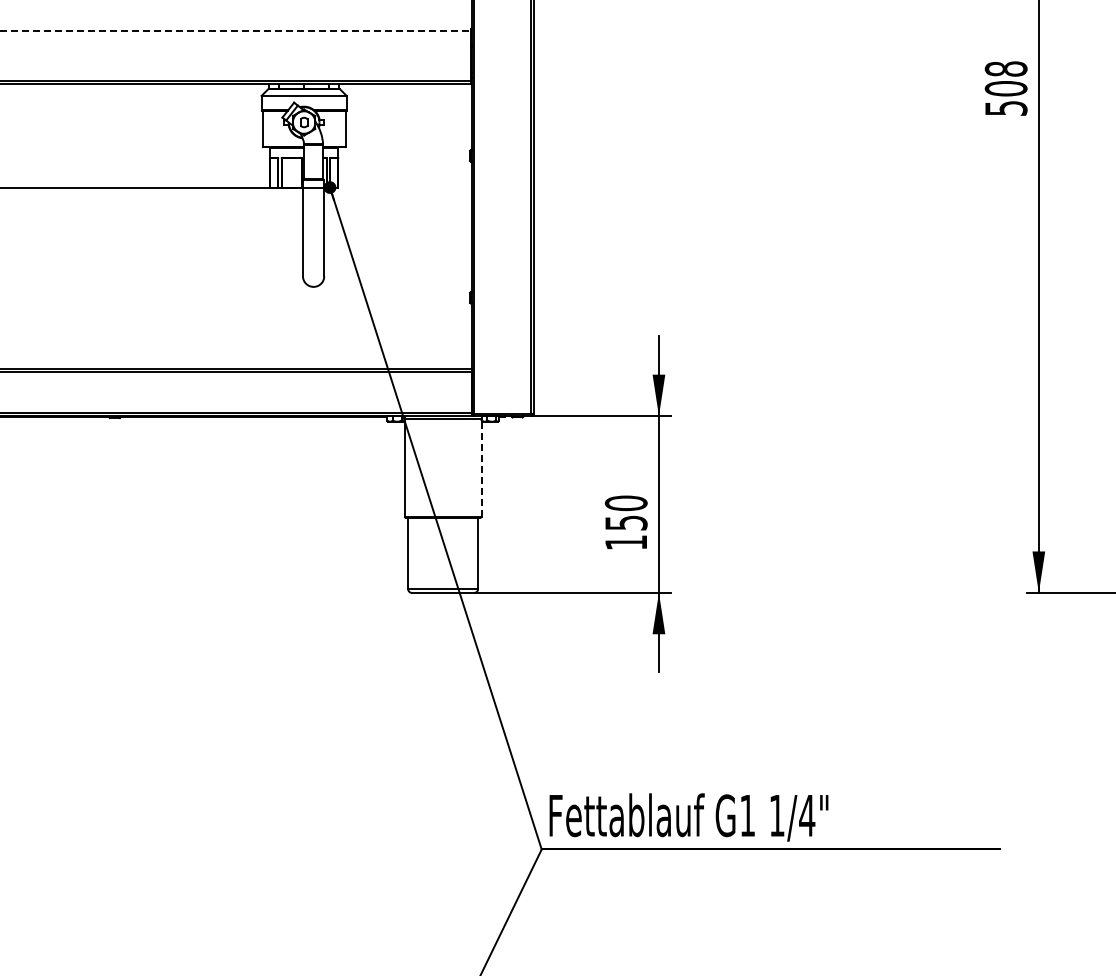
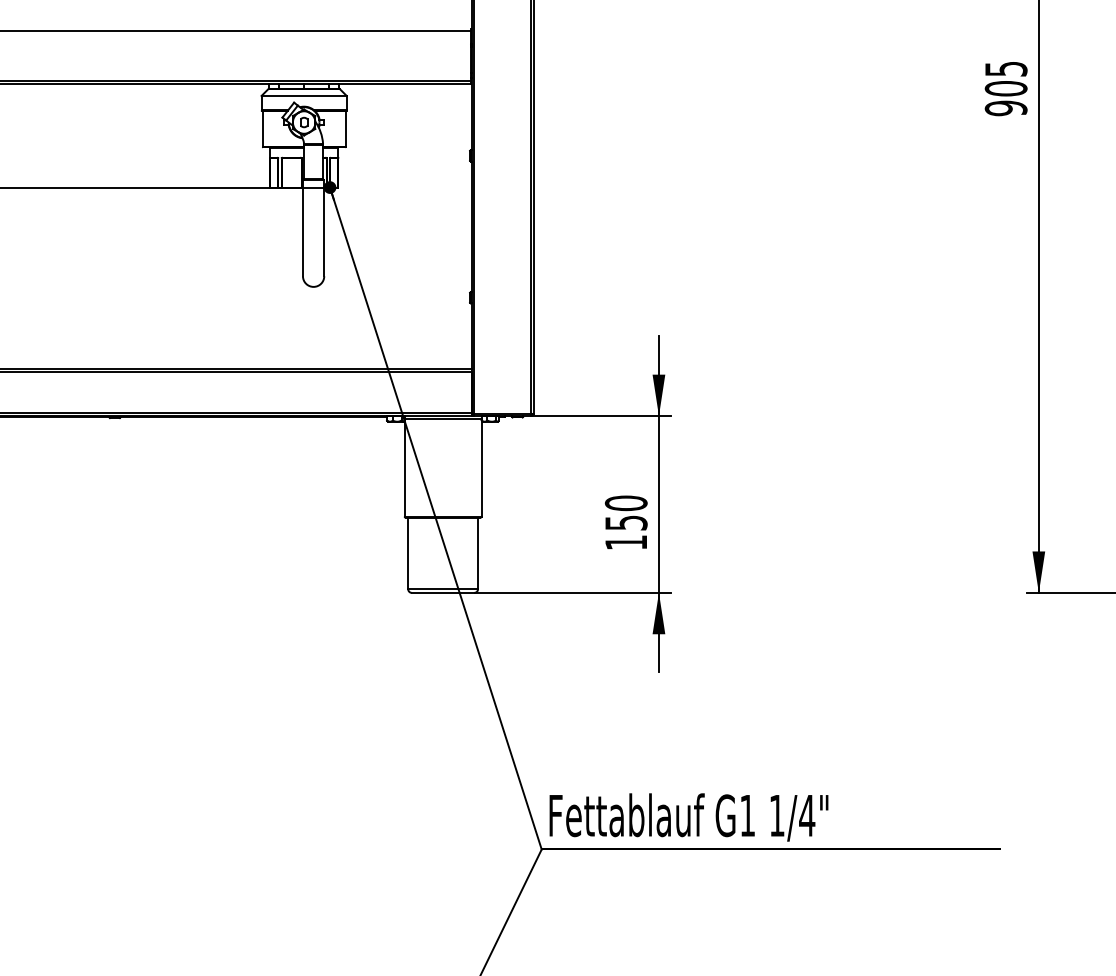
line at (236, 31): dashed -> solid
text at (1005, 88): 508 -> 905
line at (481, 467): dashed -> solid
